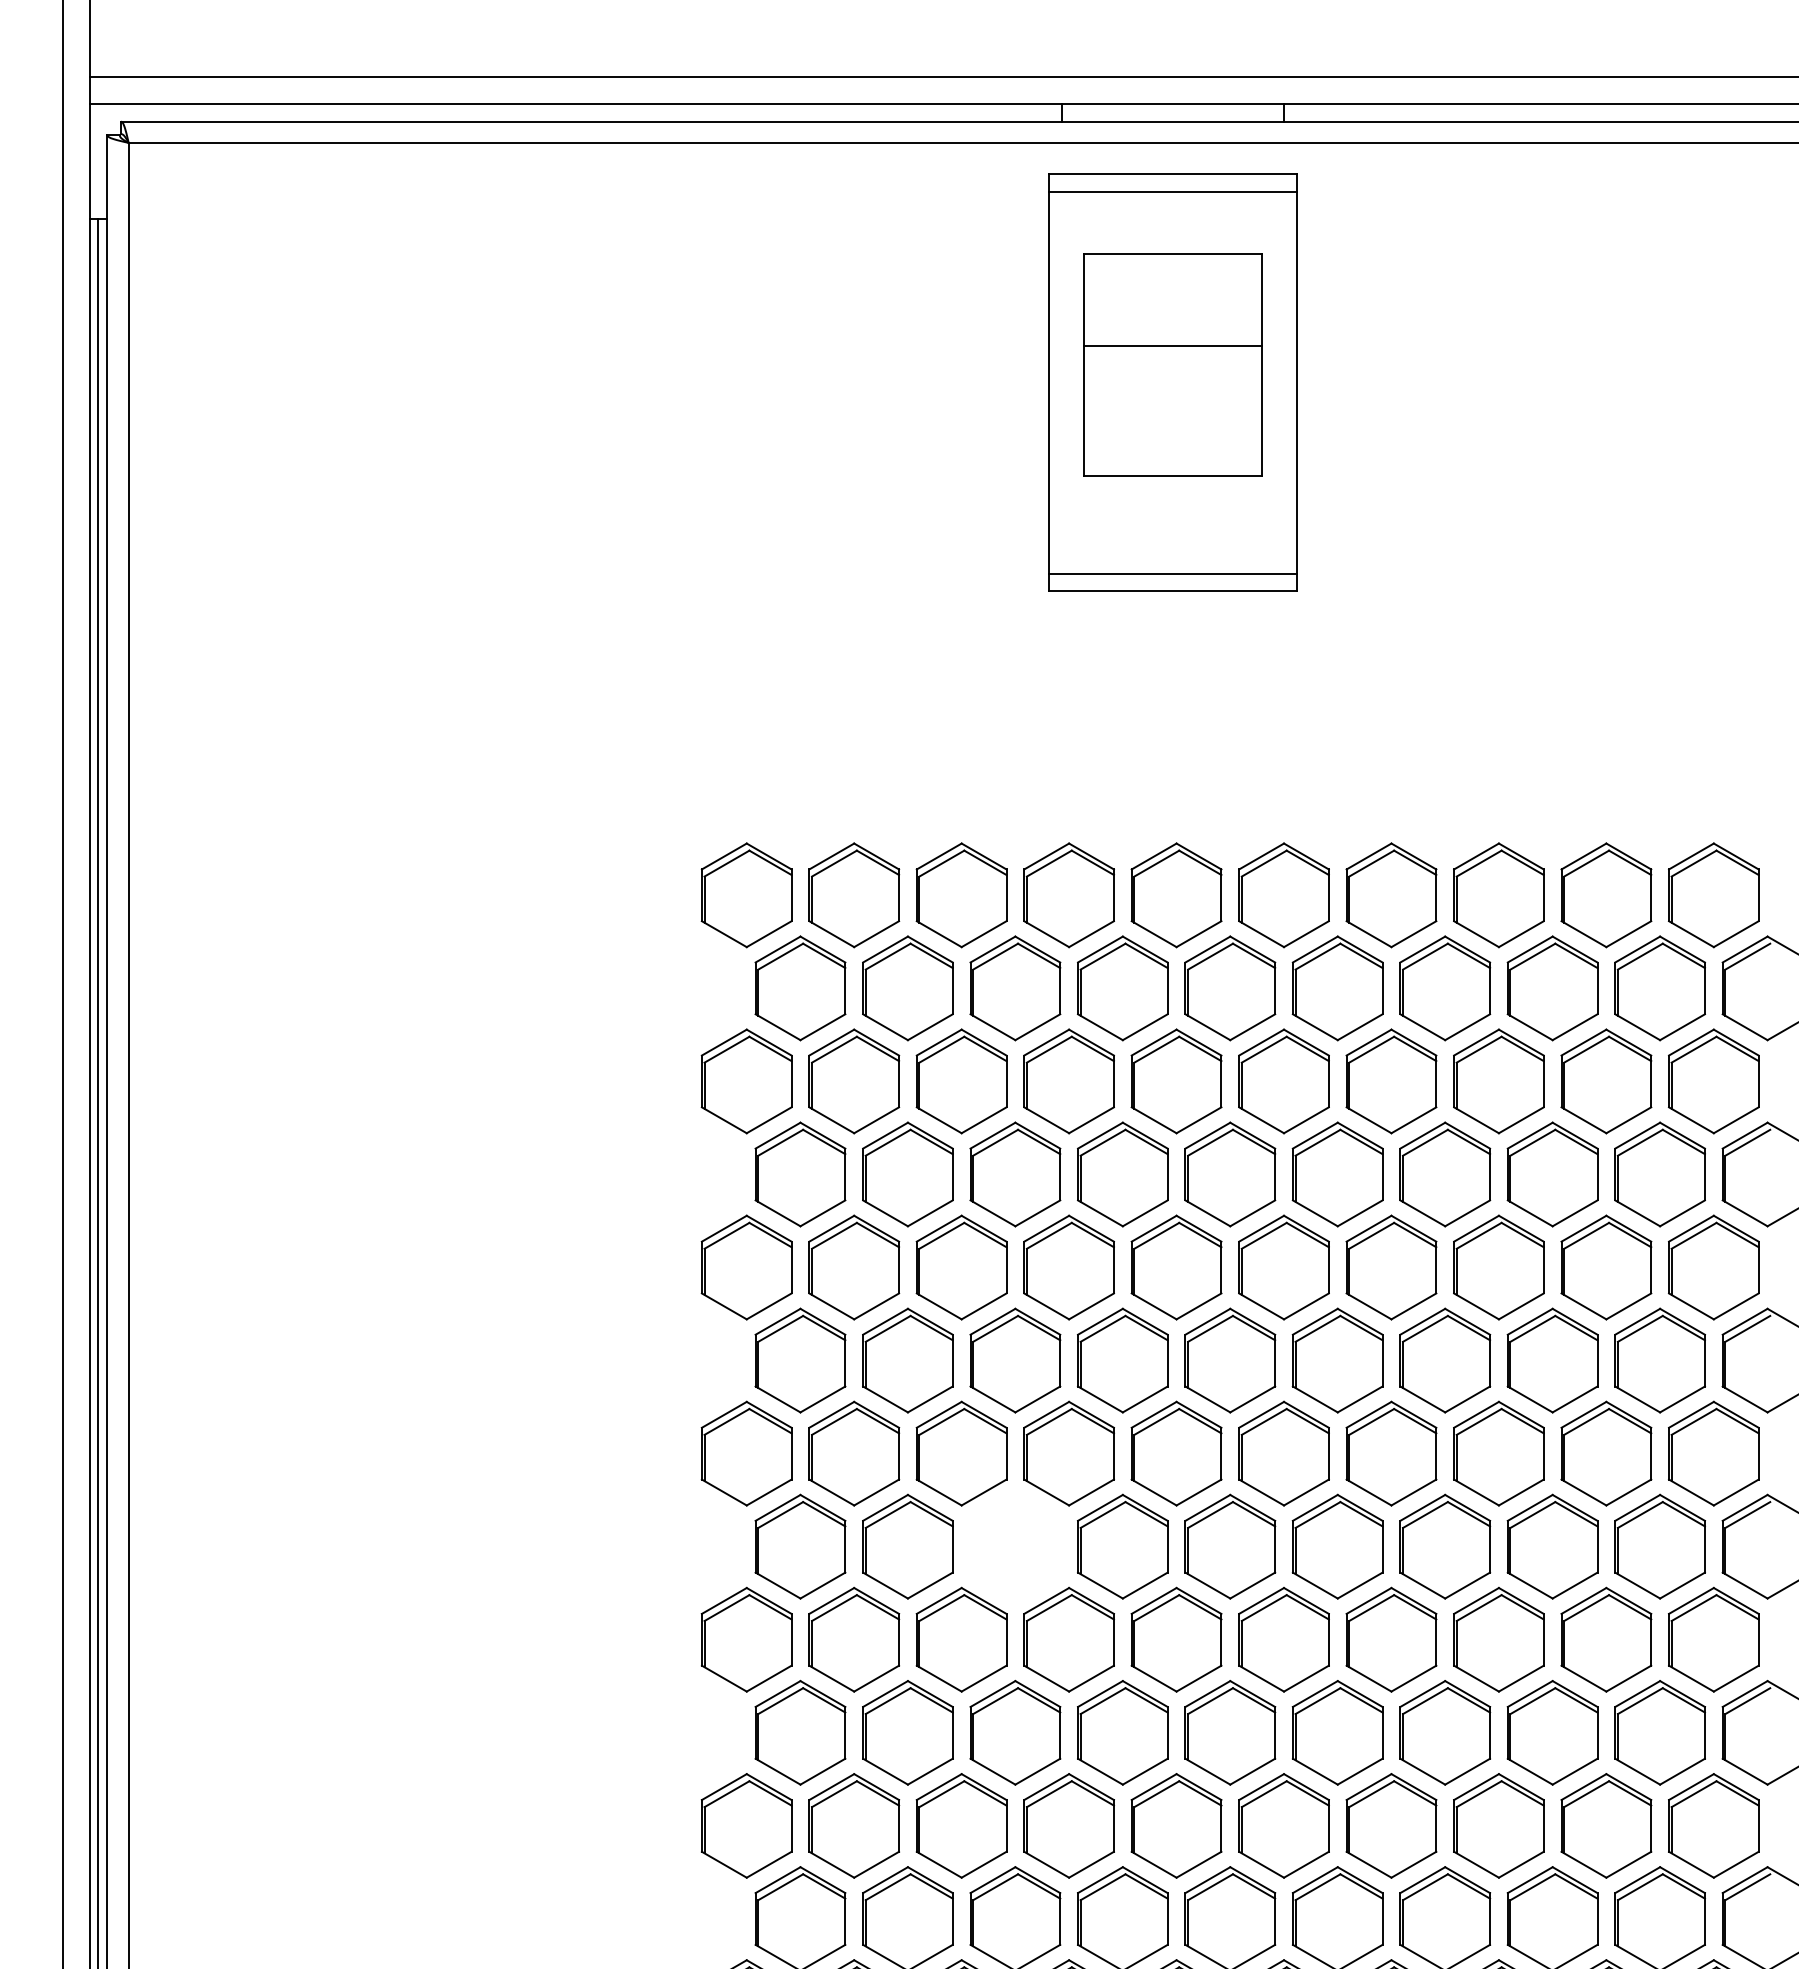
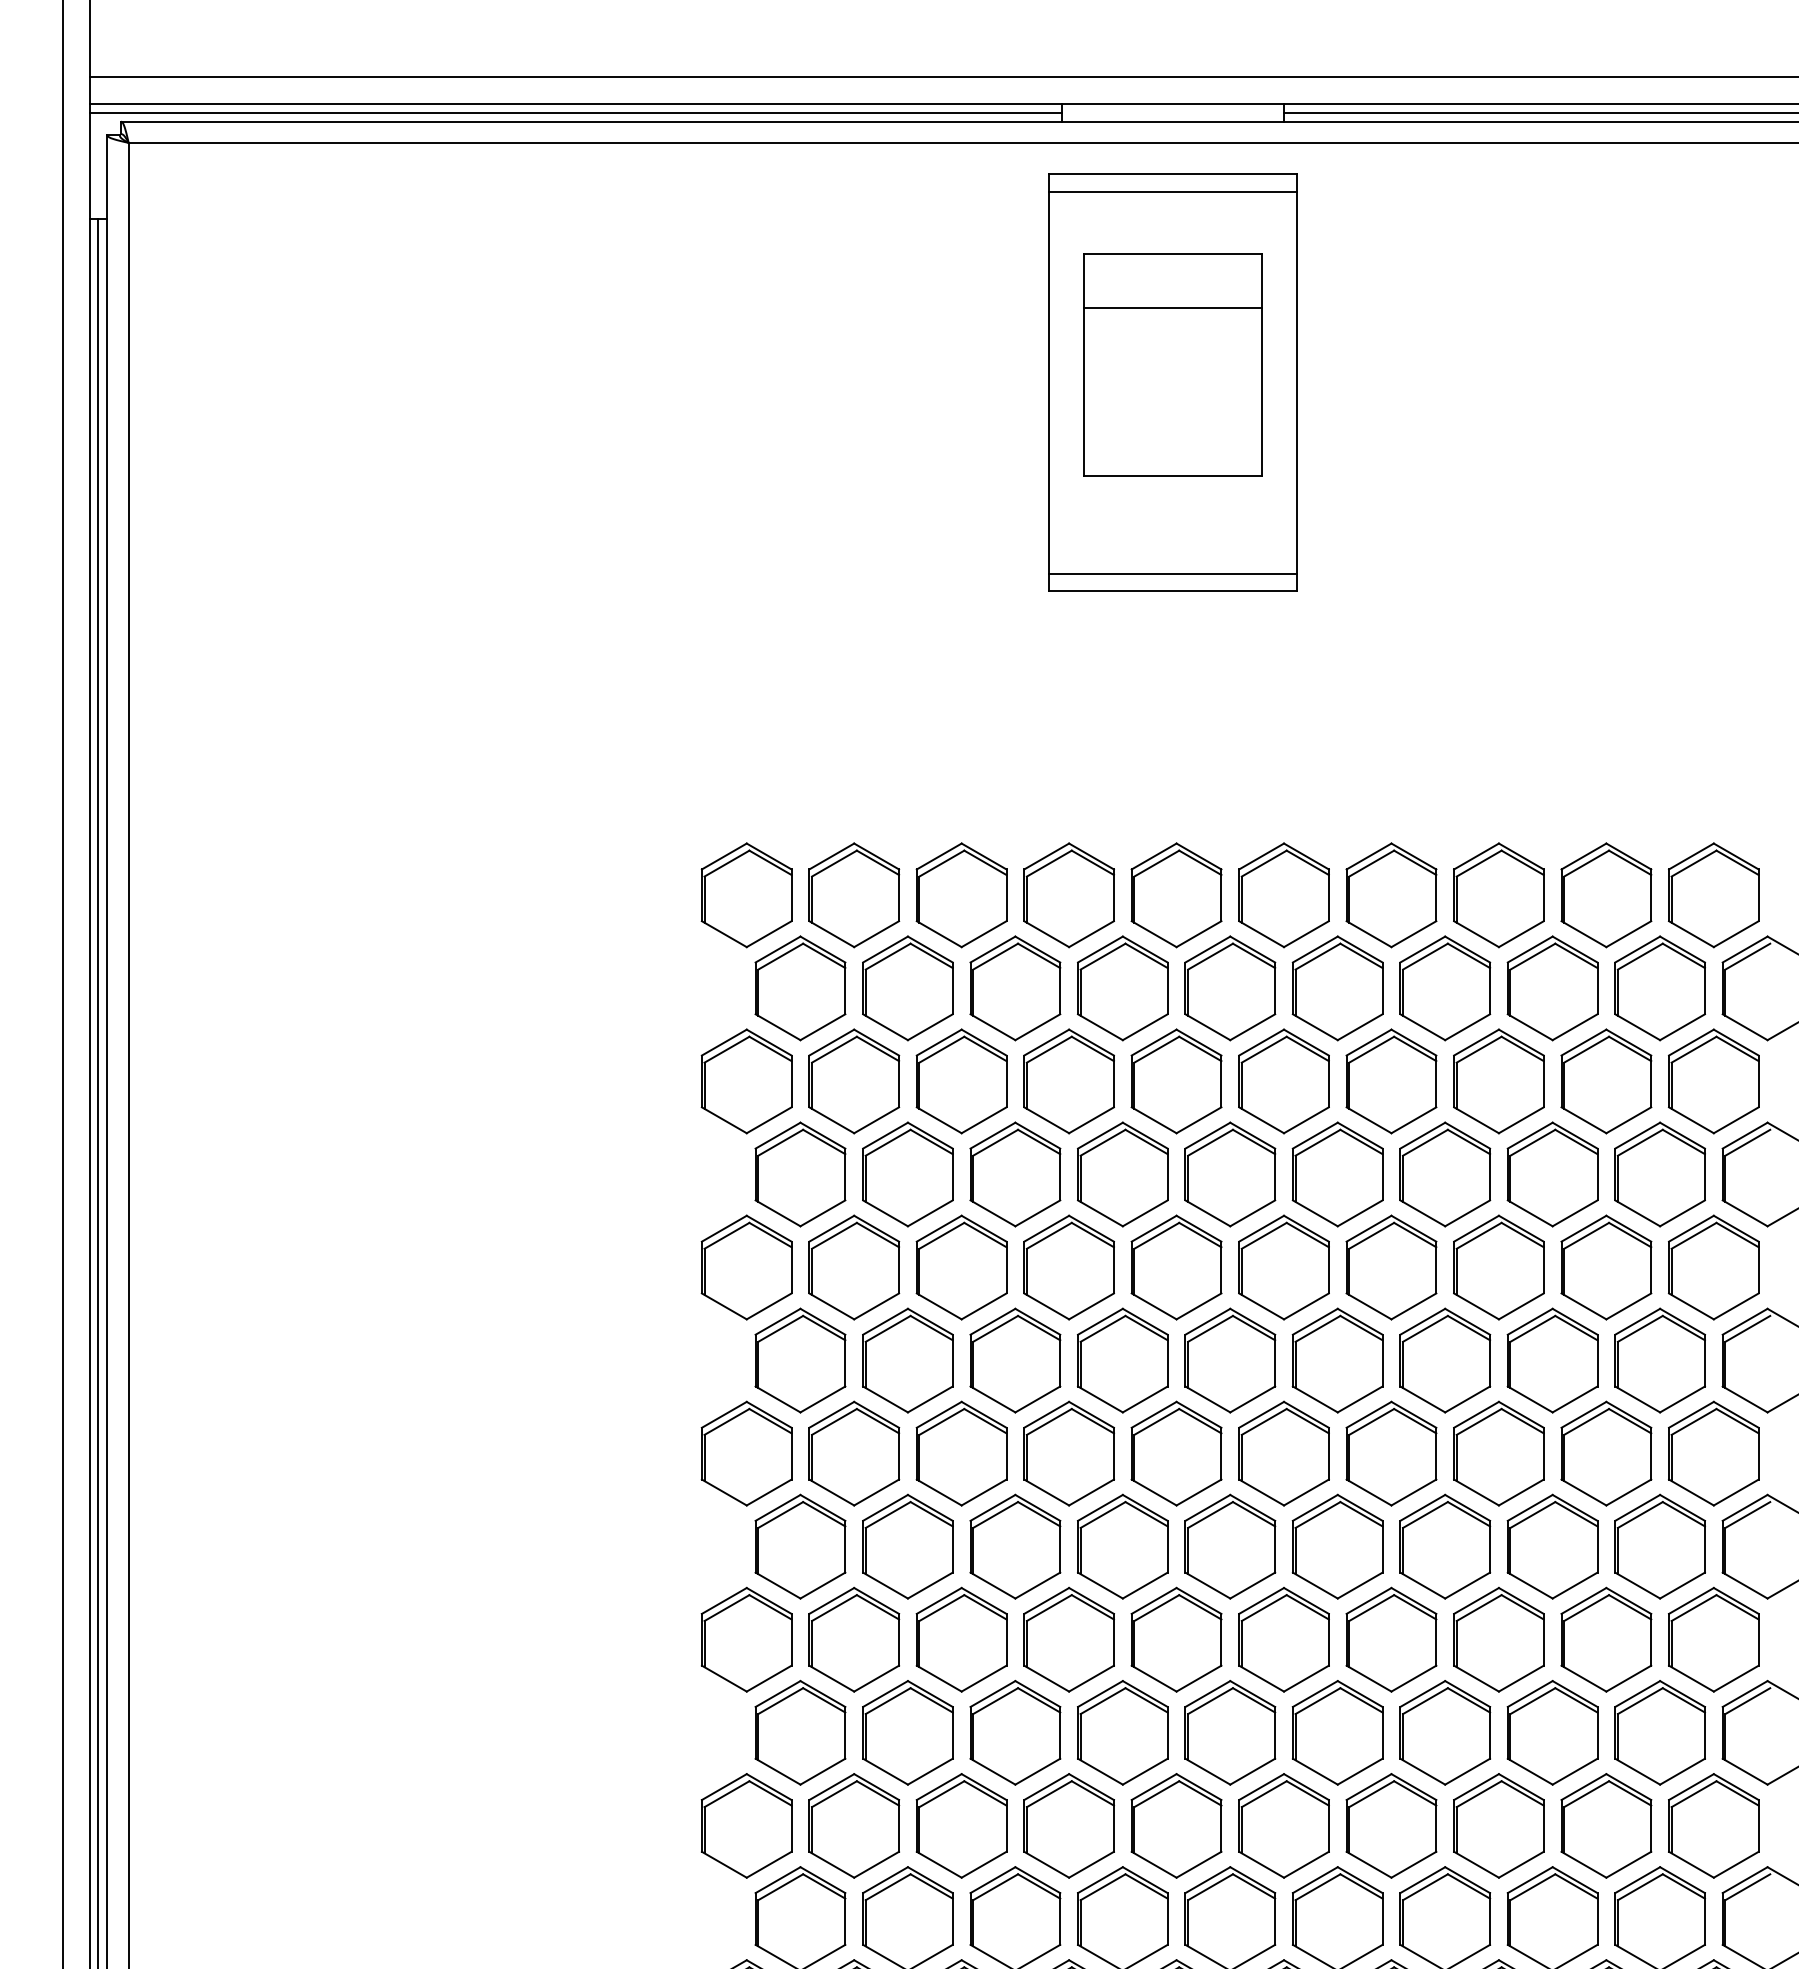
line at (575, 112): none -> present
line at (1539, 112): none -> present
line at (1172, 345) position: (1172, 345) -> (1172, 307)
part at (1015, 1546): none -> present
